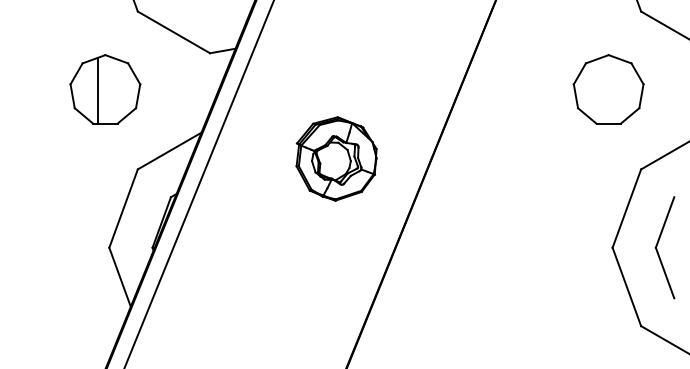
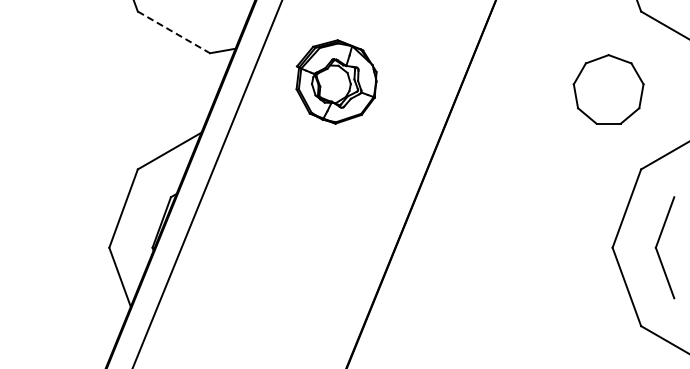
line at (173, 32): solid -> dashed
part at (105, 89): present -> none
part at (336, 158) position: (336, 158) -> (336, 81)
line at (199, 183) position: (199, 183) -> (207, 183)
